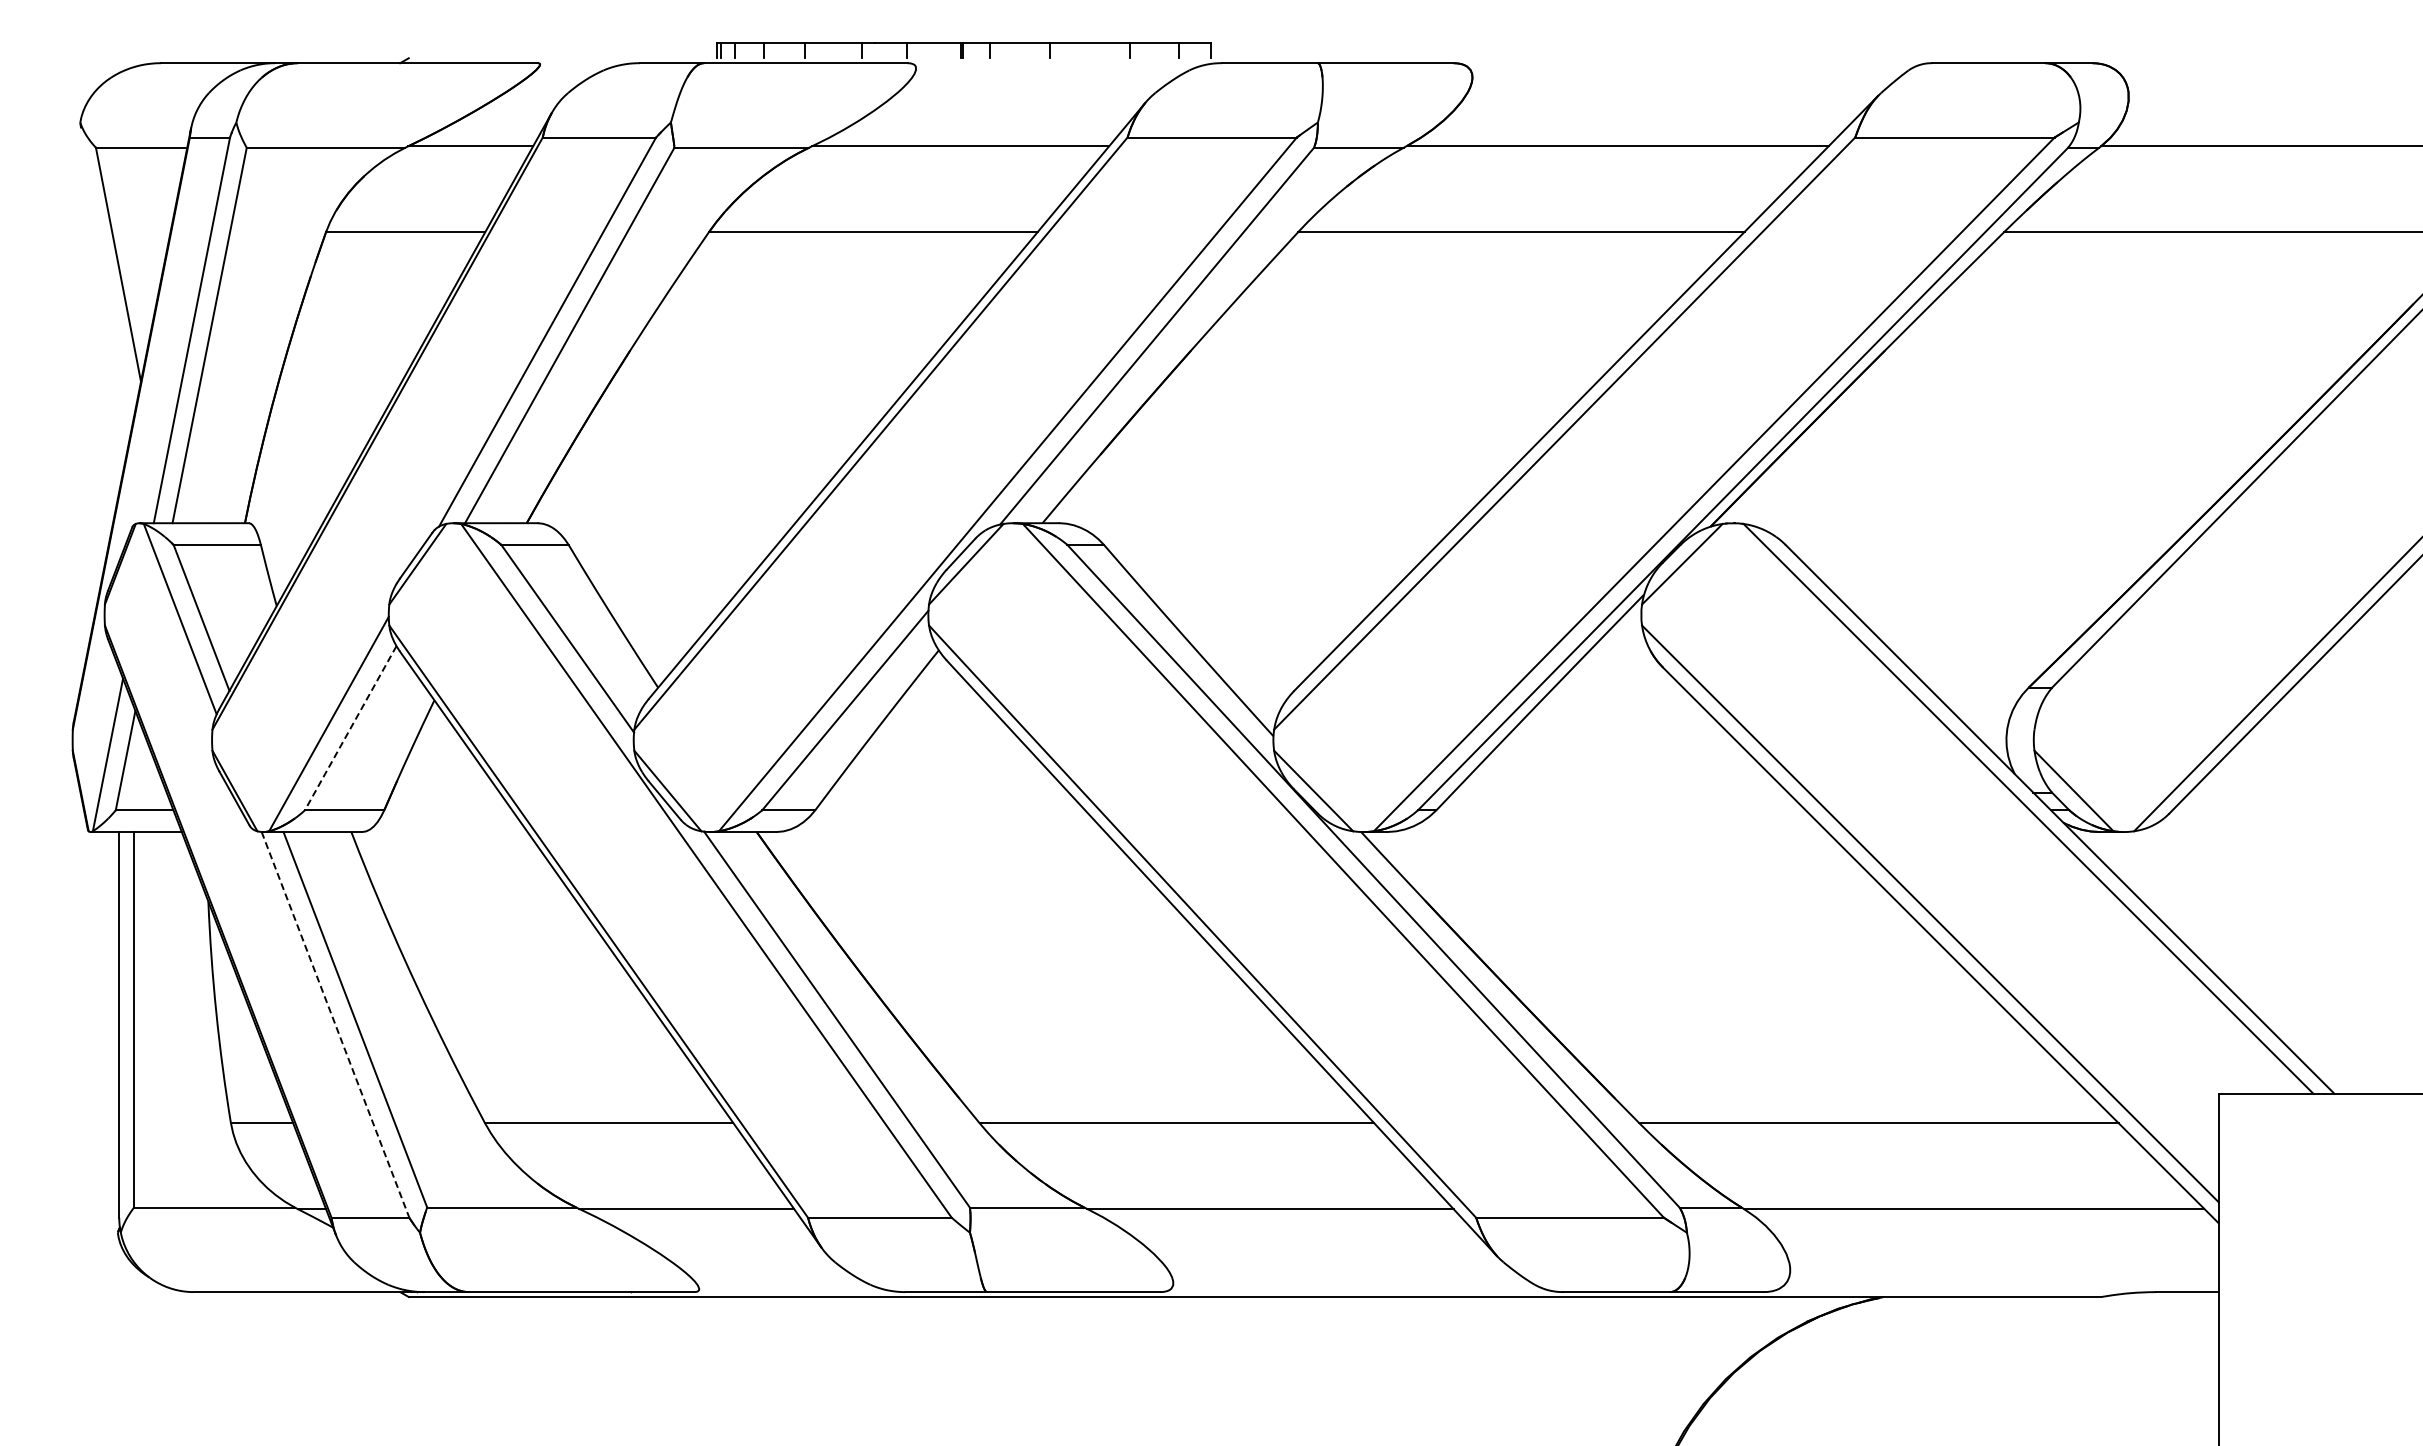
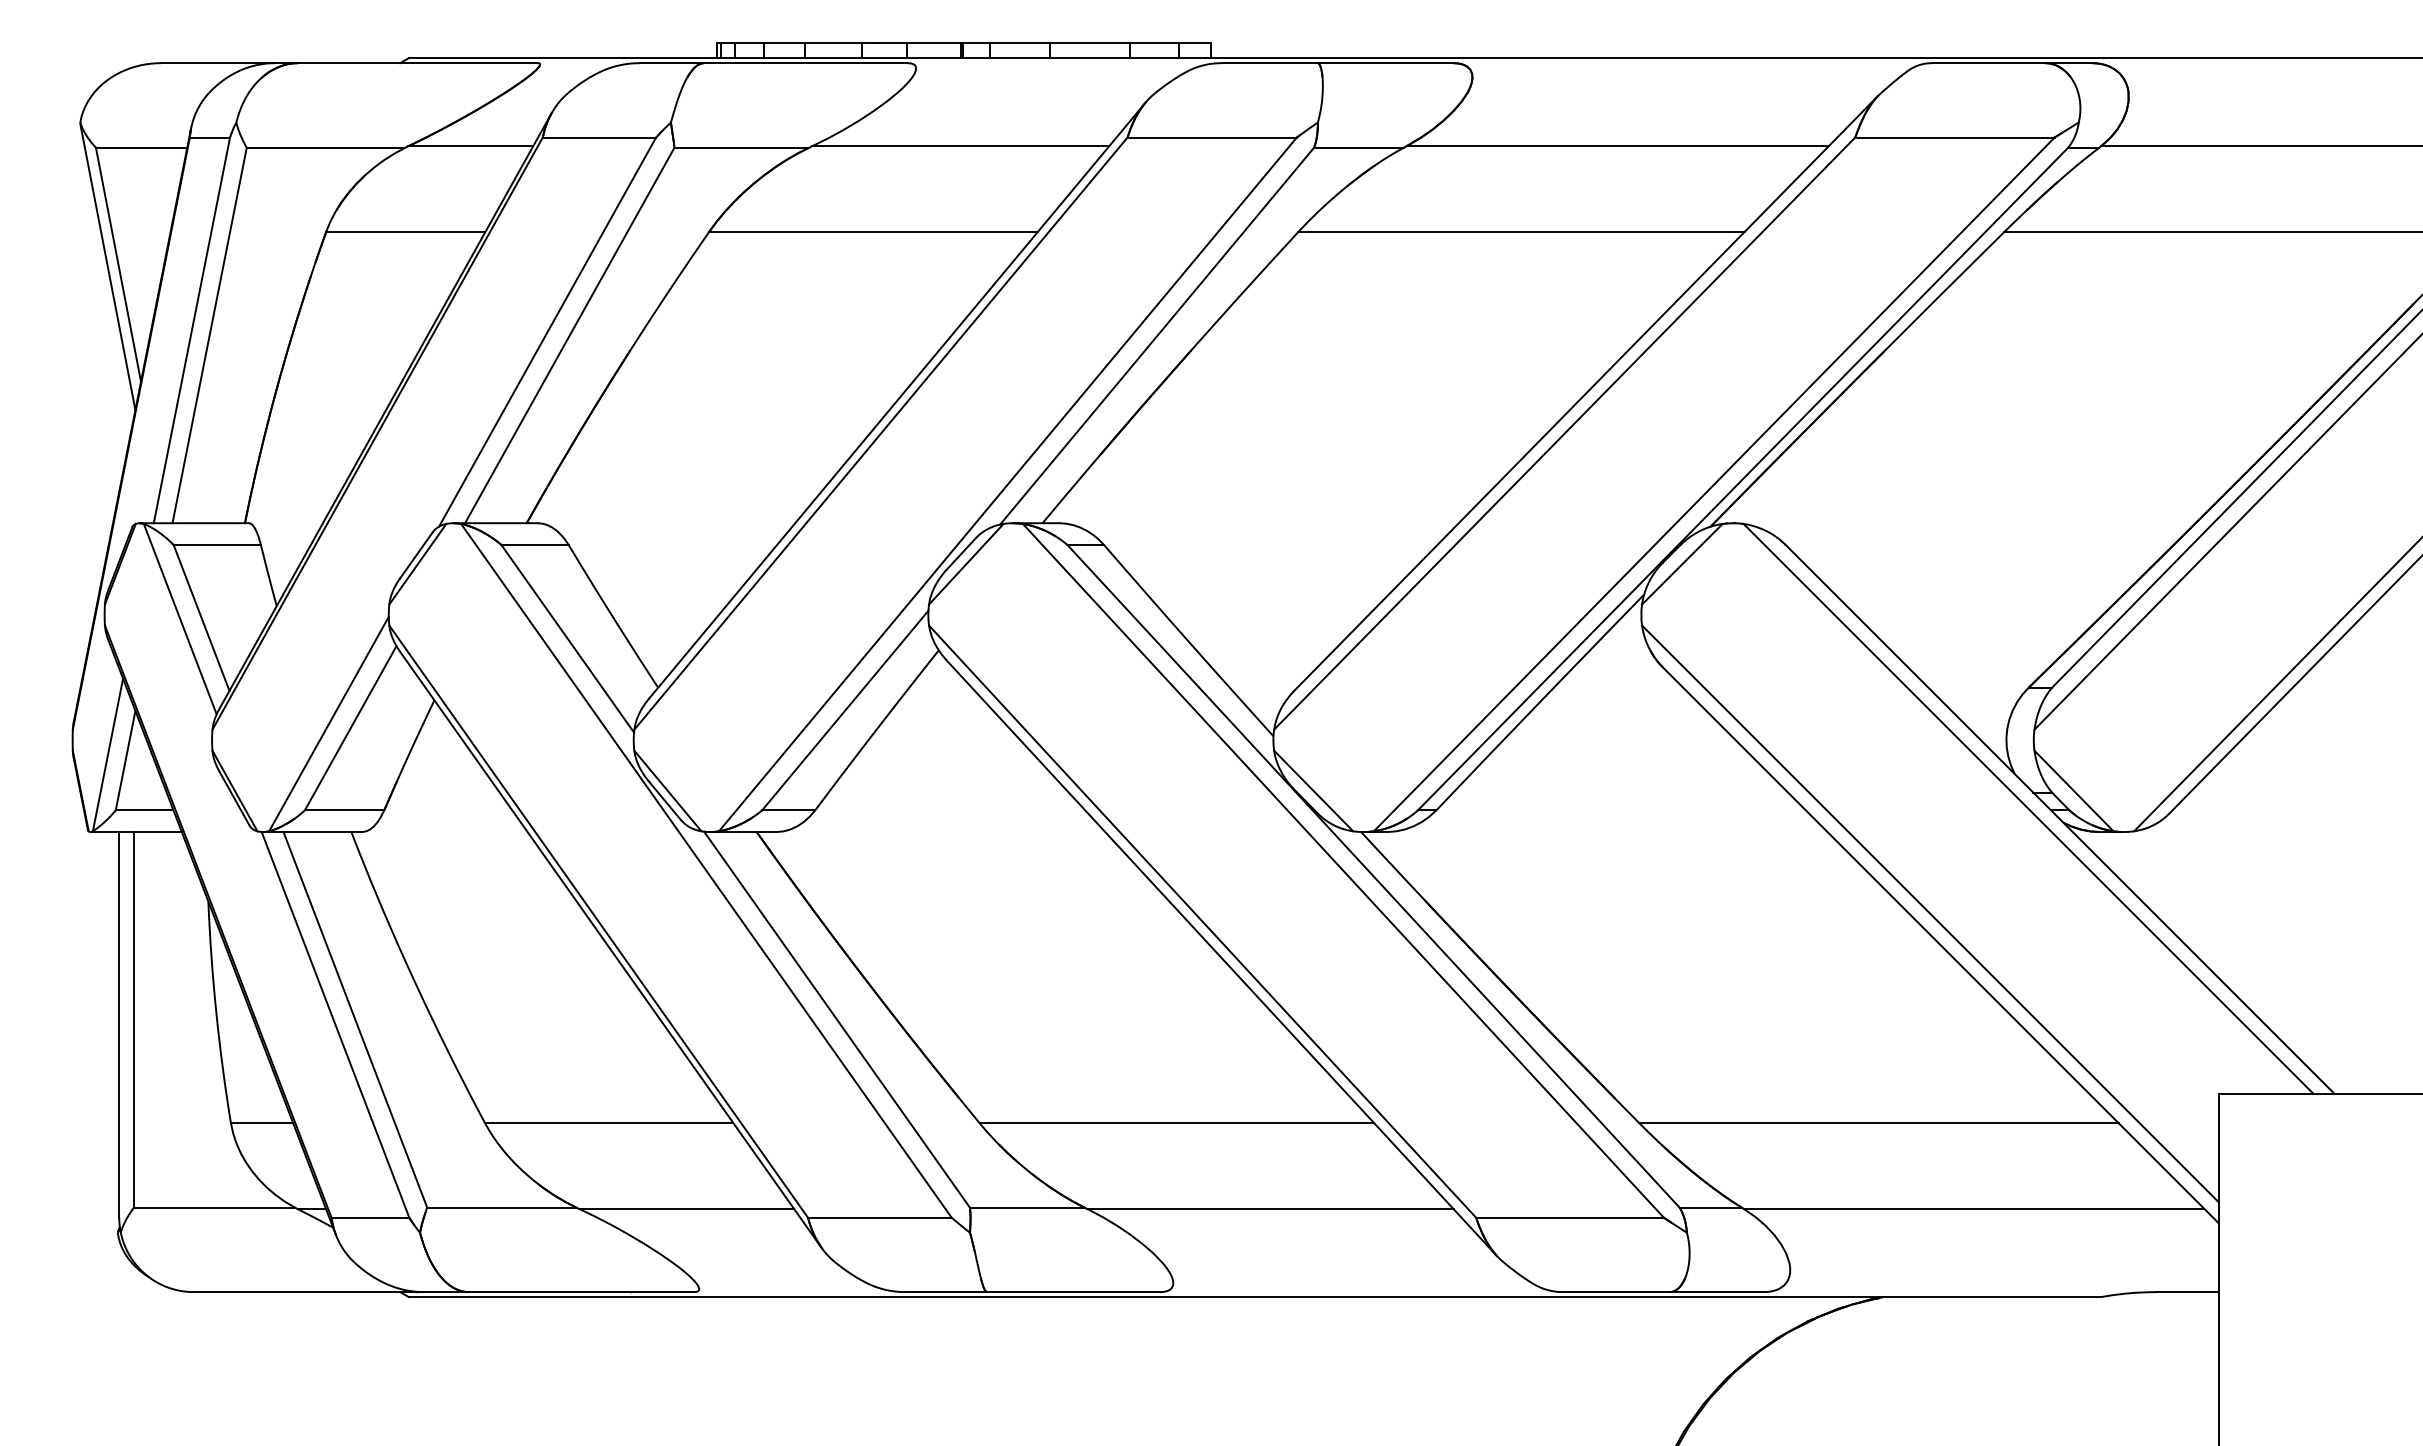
line at (1413, 58): none -> present
line at (108, 269): none -> present
line at (2226, 532): none -> present
line at (350, 728): dashed -> solid
line at (335, 1024): dashed -> solid
